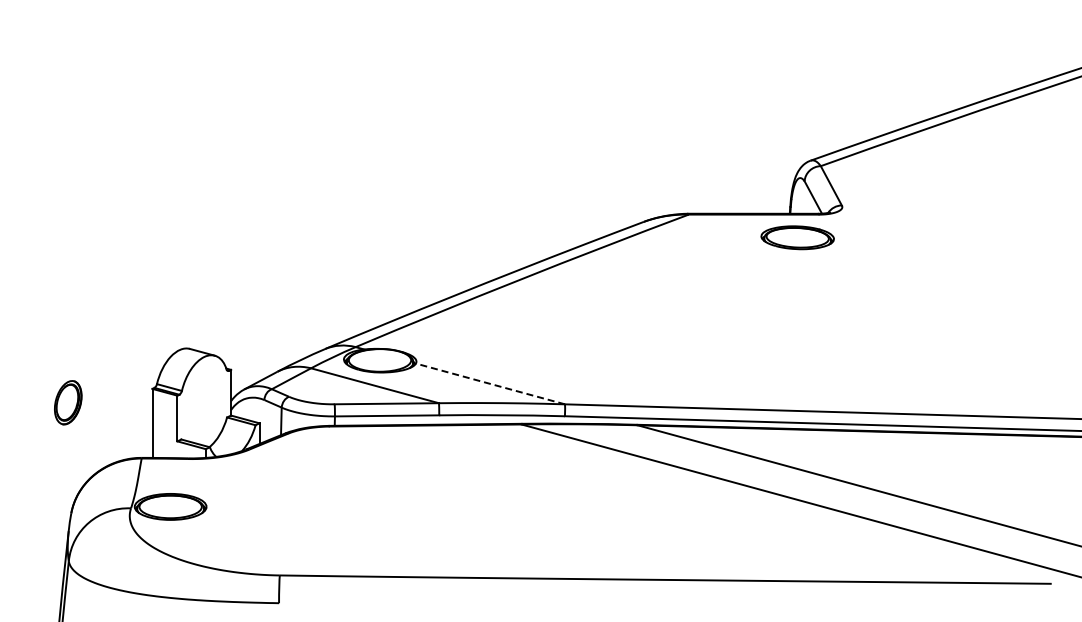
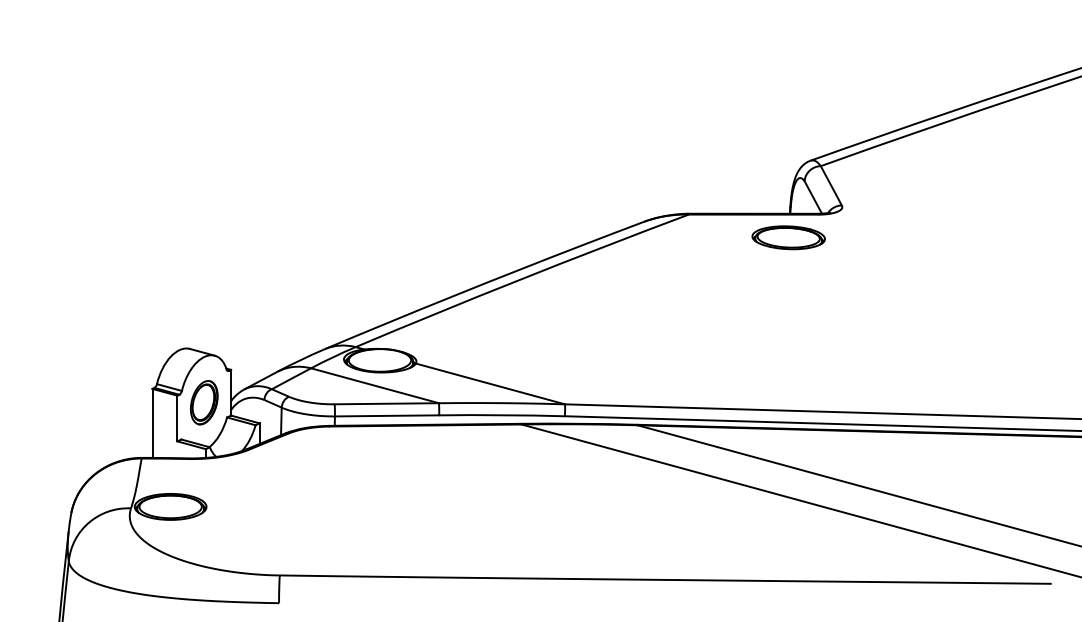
part at (797, 237) position: (797, 237) -> (788, 237)
line at (490, 383): dashed -> solid
part at (68, 402) position: (68, 402) -> (204, 402)
